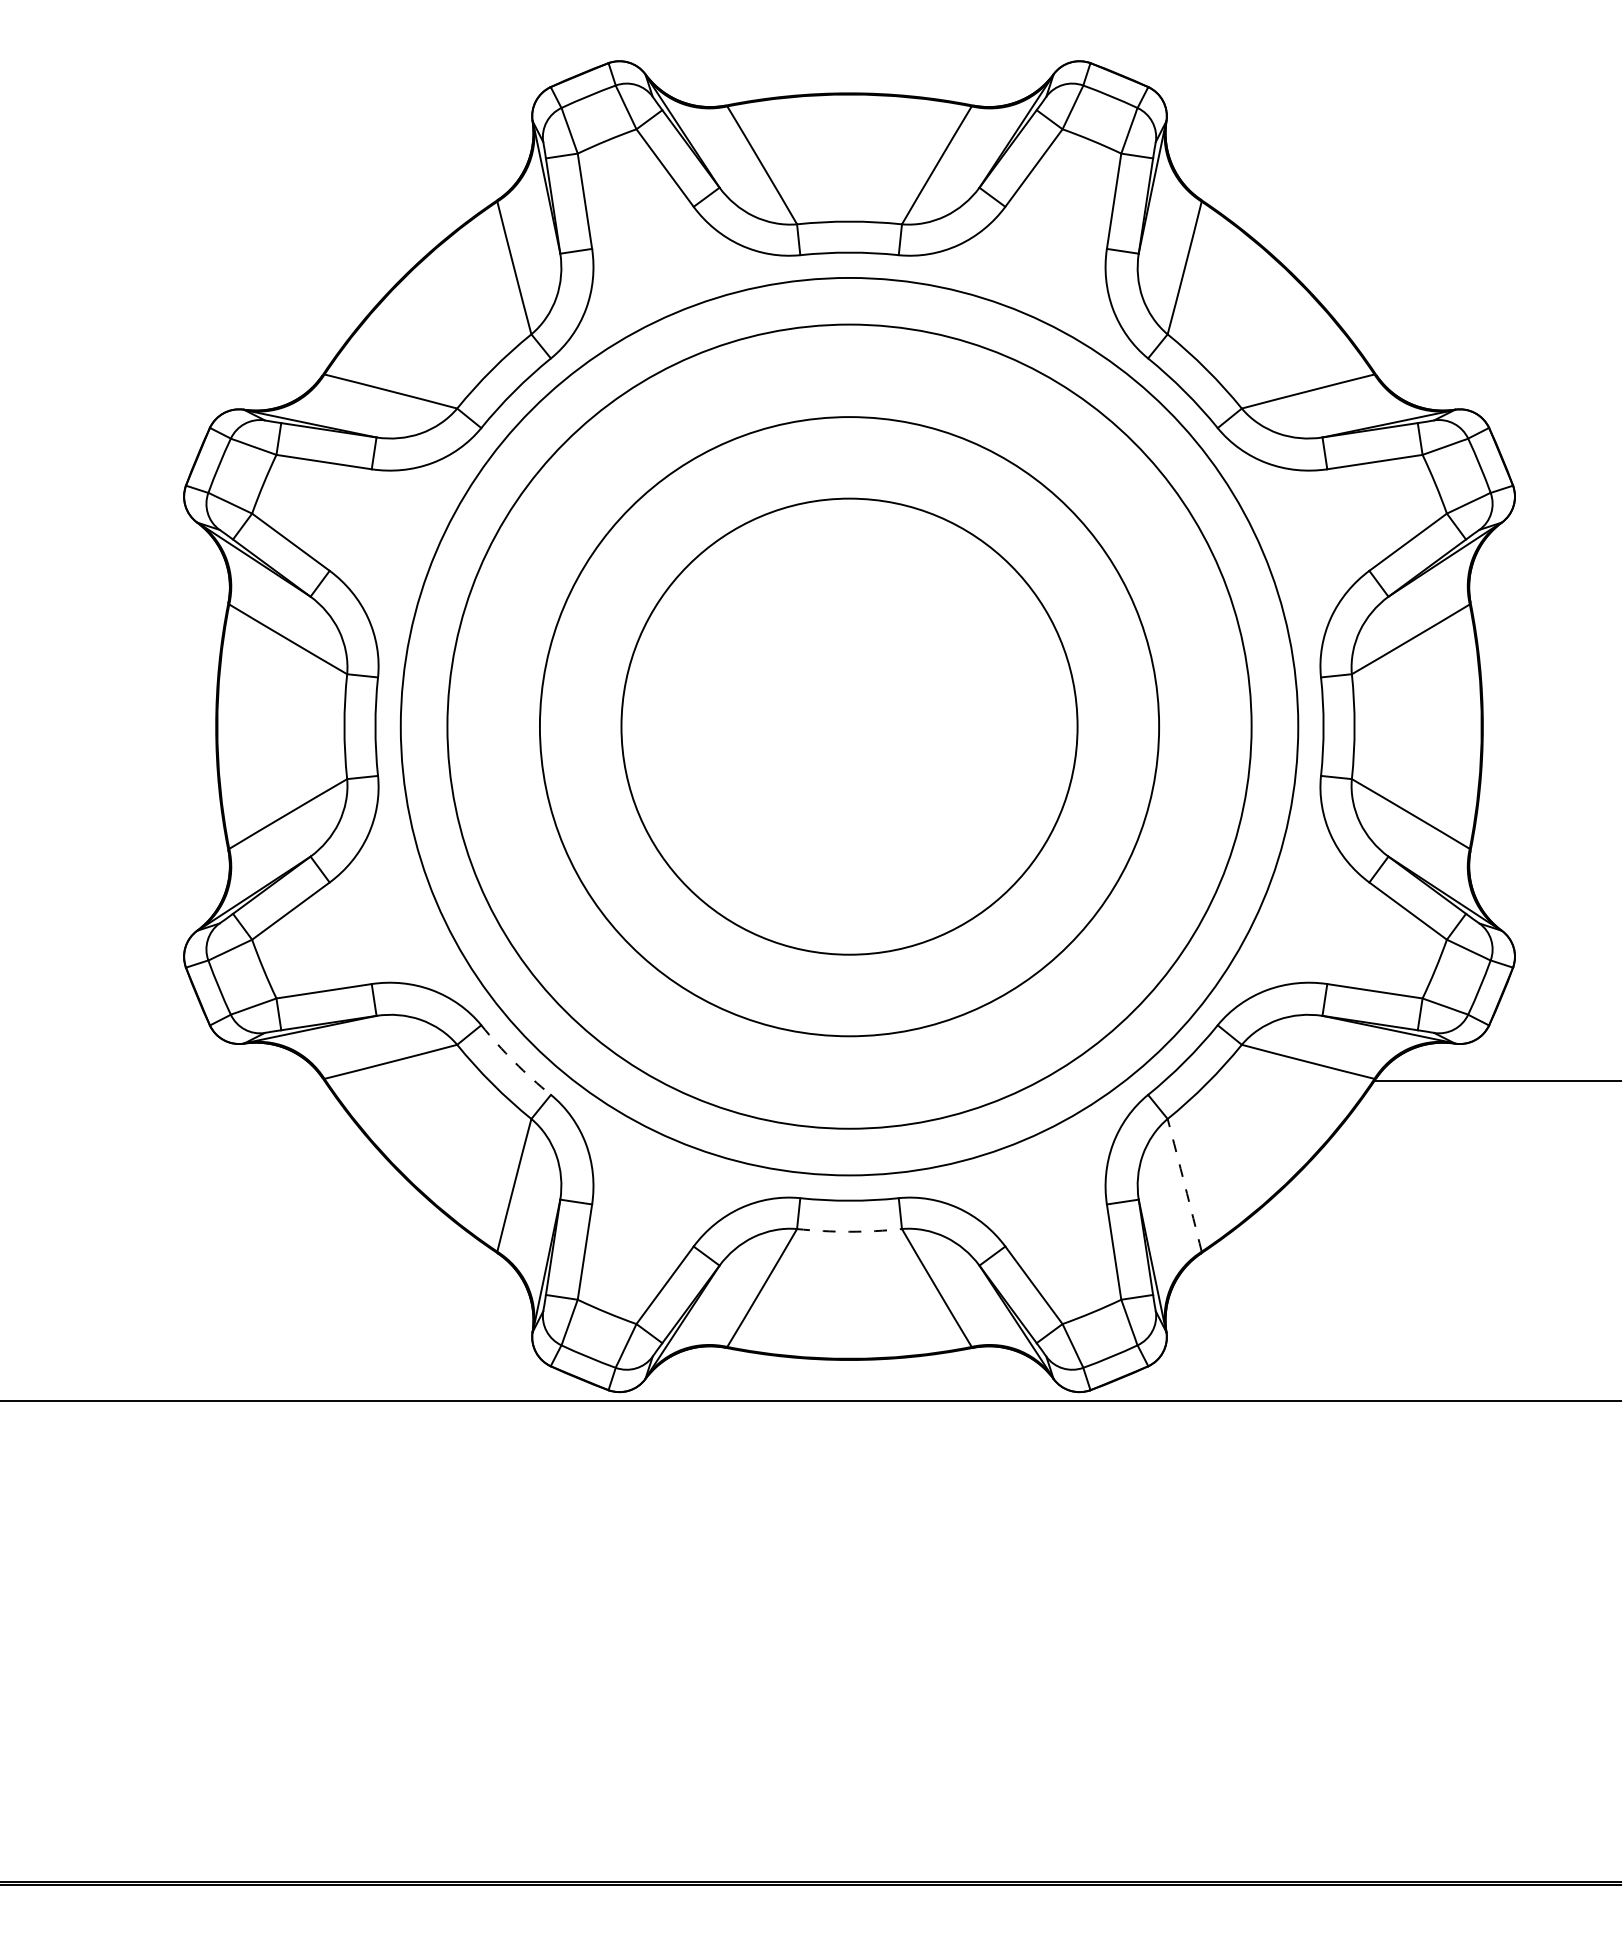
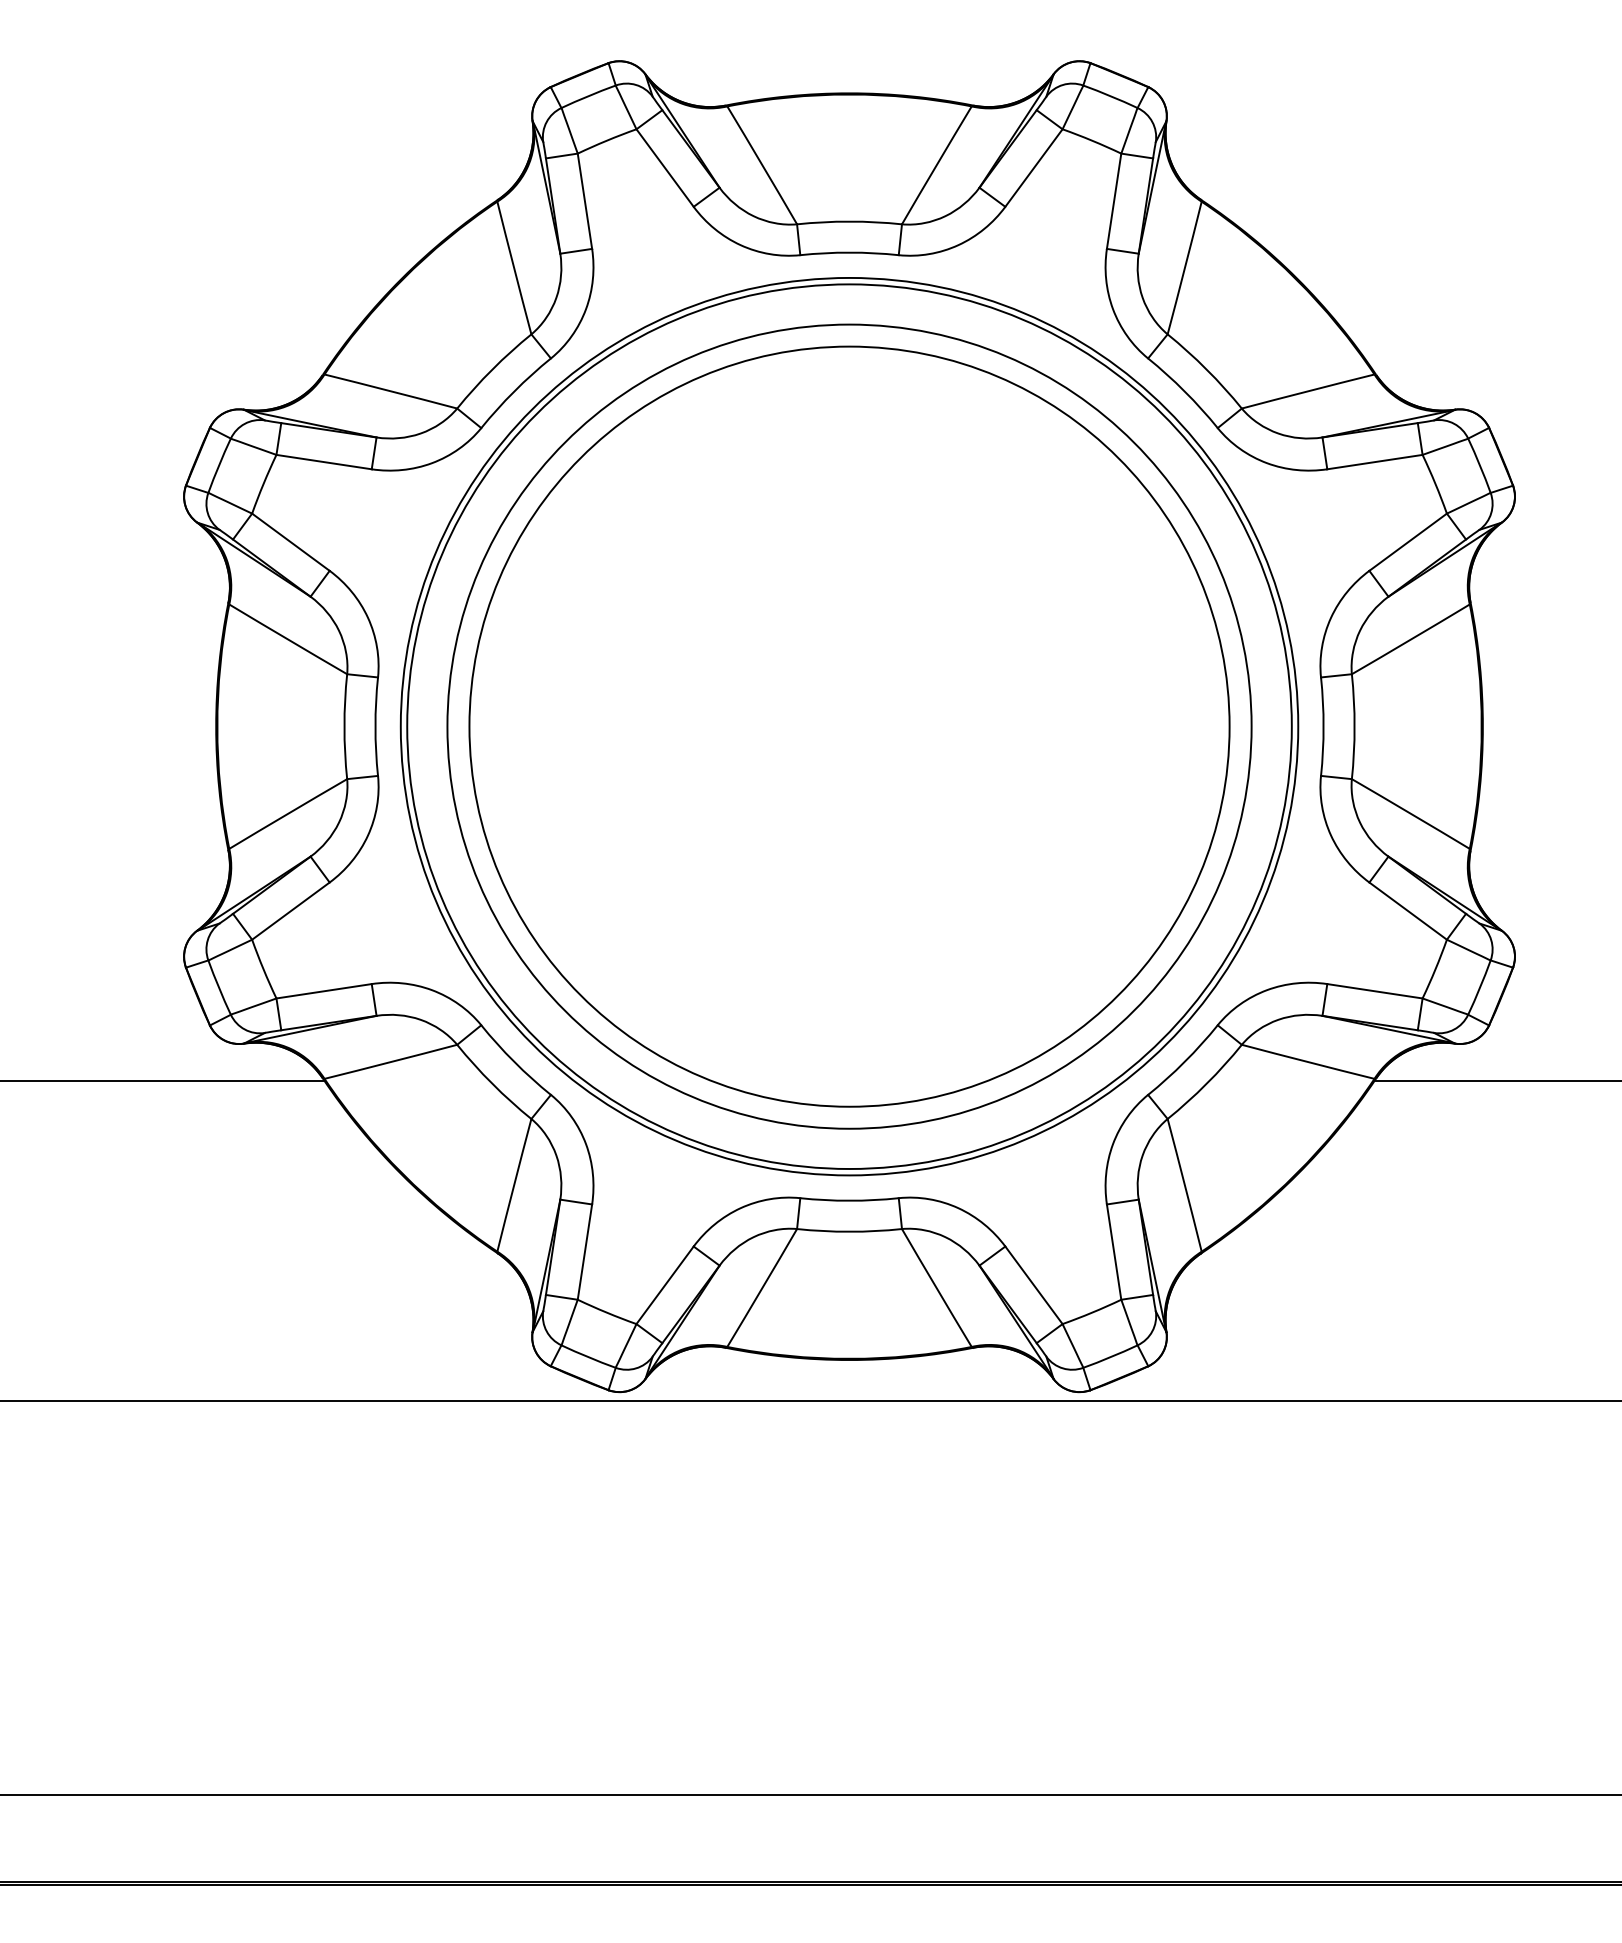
circle at (849, 726) diameter: 456 px -> 760 px
circle at (849, 726) diameter: 619 px -> 885 px
arc at (514, 1061): dashed -> solid
line at (162, 1080): none -> present
arc at (1184, 1185): dashed -> solid
arc at (849, 1231): dashed -> solid
line at (810, 1795): none -> present
